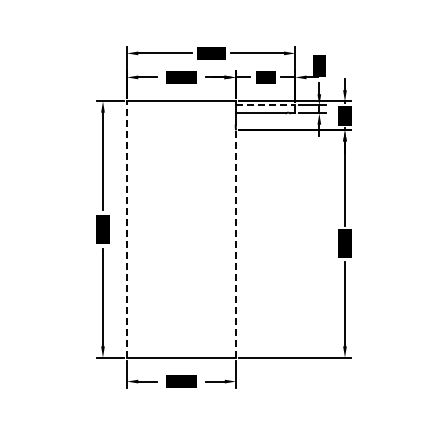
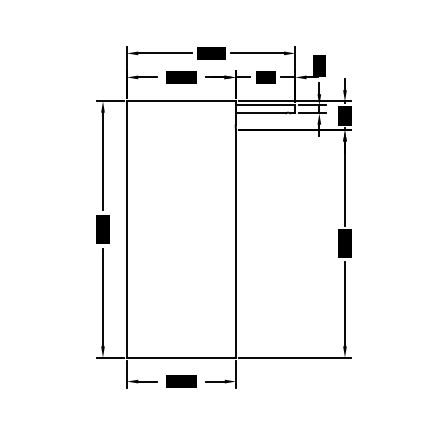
line at (265, 105): dashed -> solid
line at (127, 229): dashed -> solid
line at (236, 243): dashed -> solid
